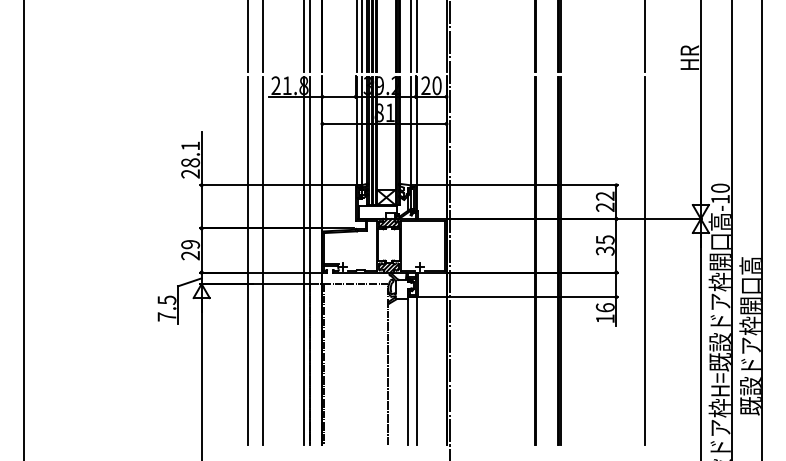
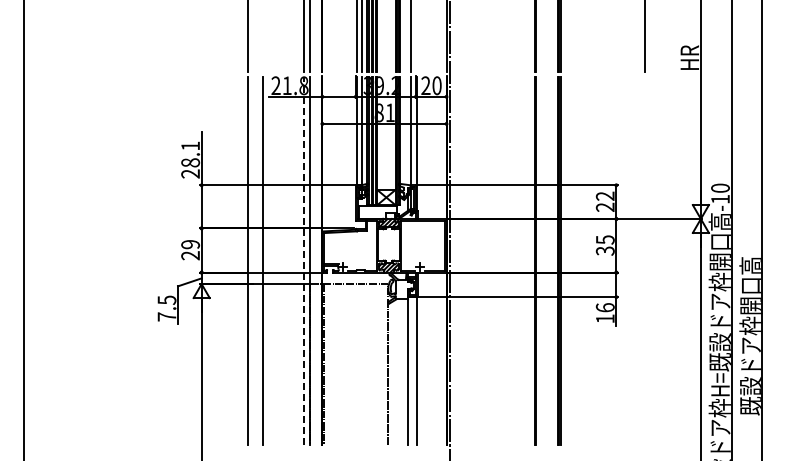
line at (263, 37): present -> none
line at (417, 37): present -> none
line at (303, 260): solid -> dashed
line at (644, 260): present -> none
